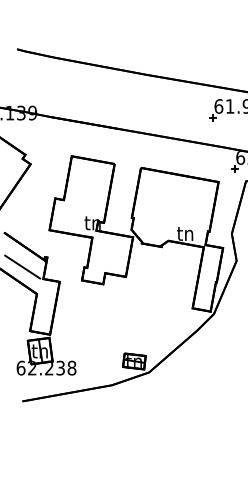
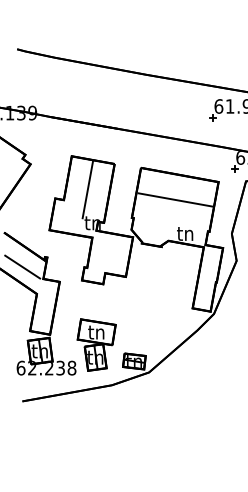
line at (87, 189): none -> present
line at (175, 199): none -> present
part at (96, 344): none -> present
